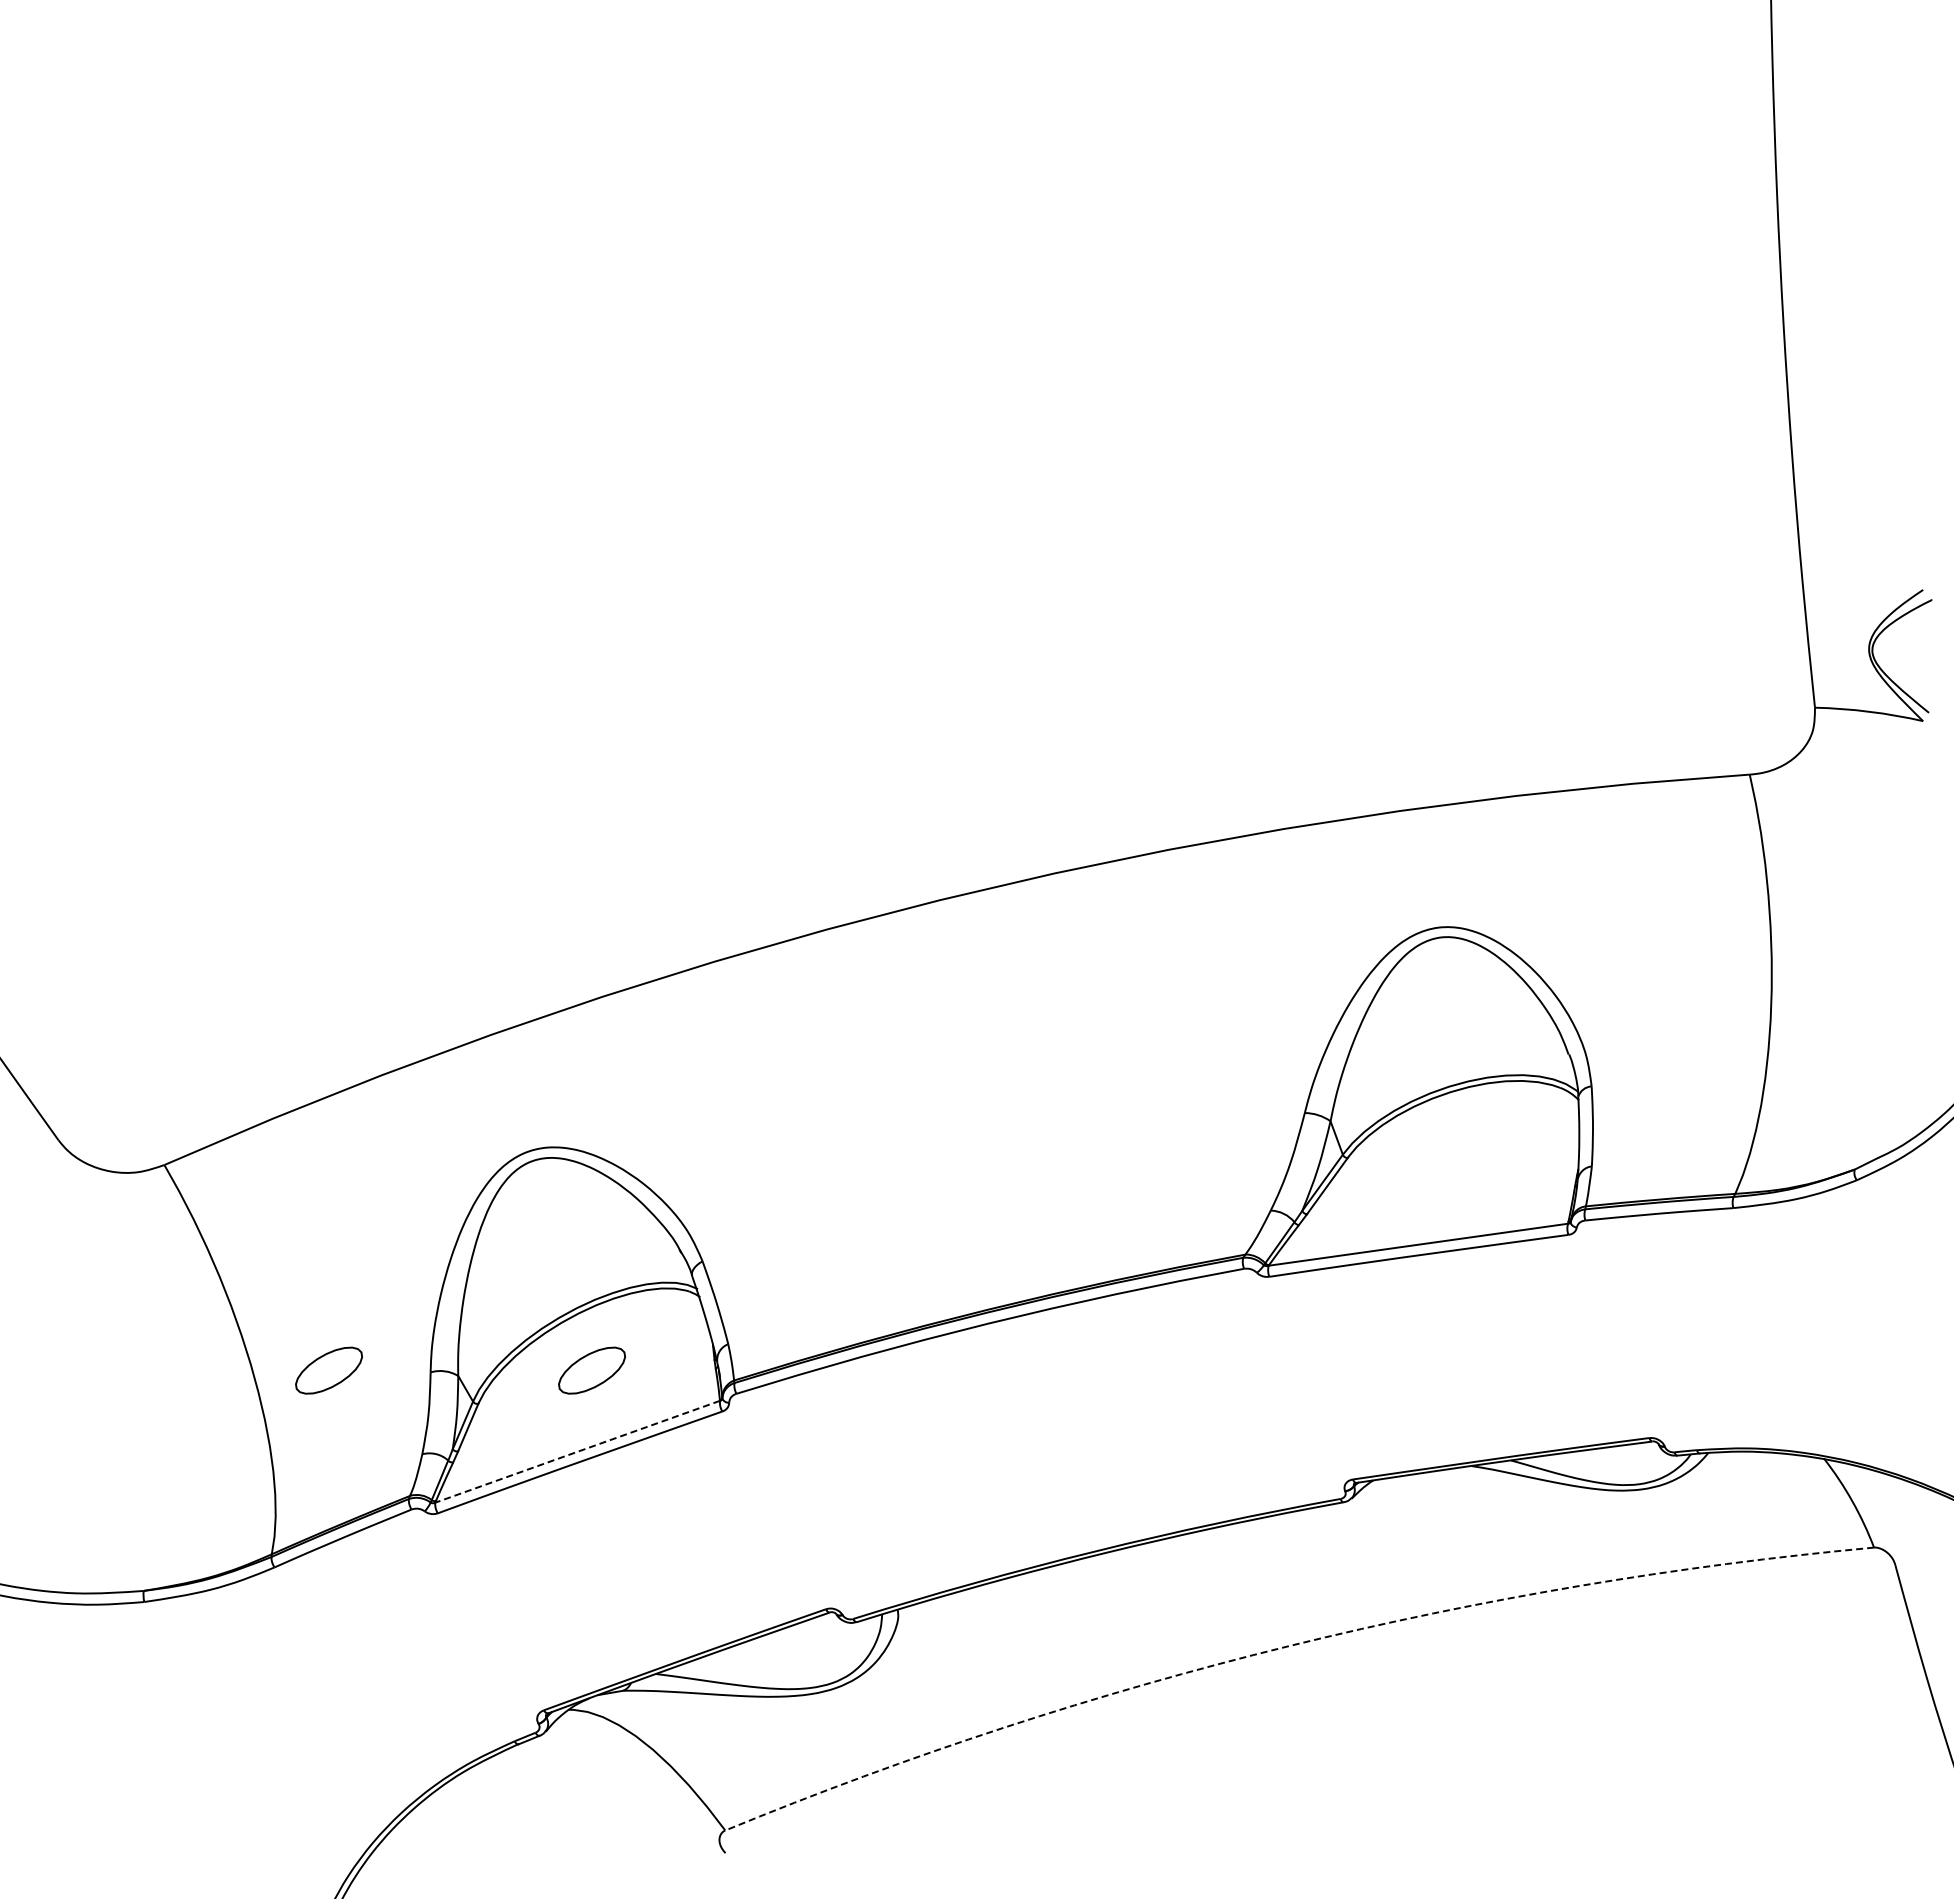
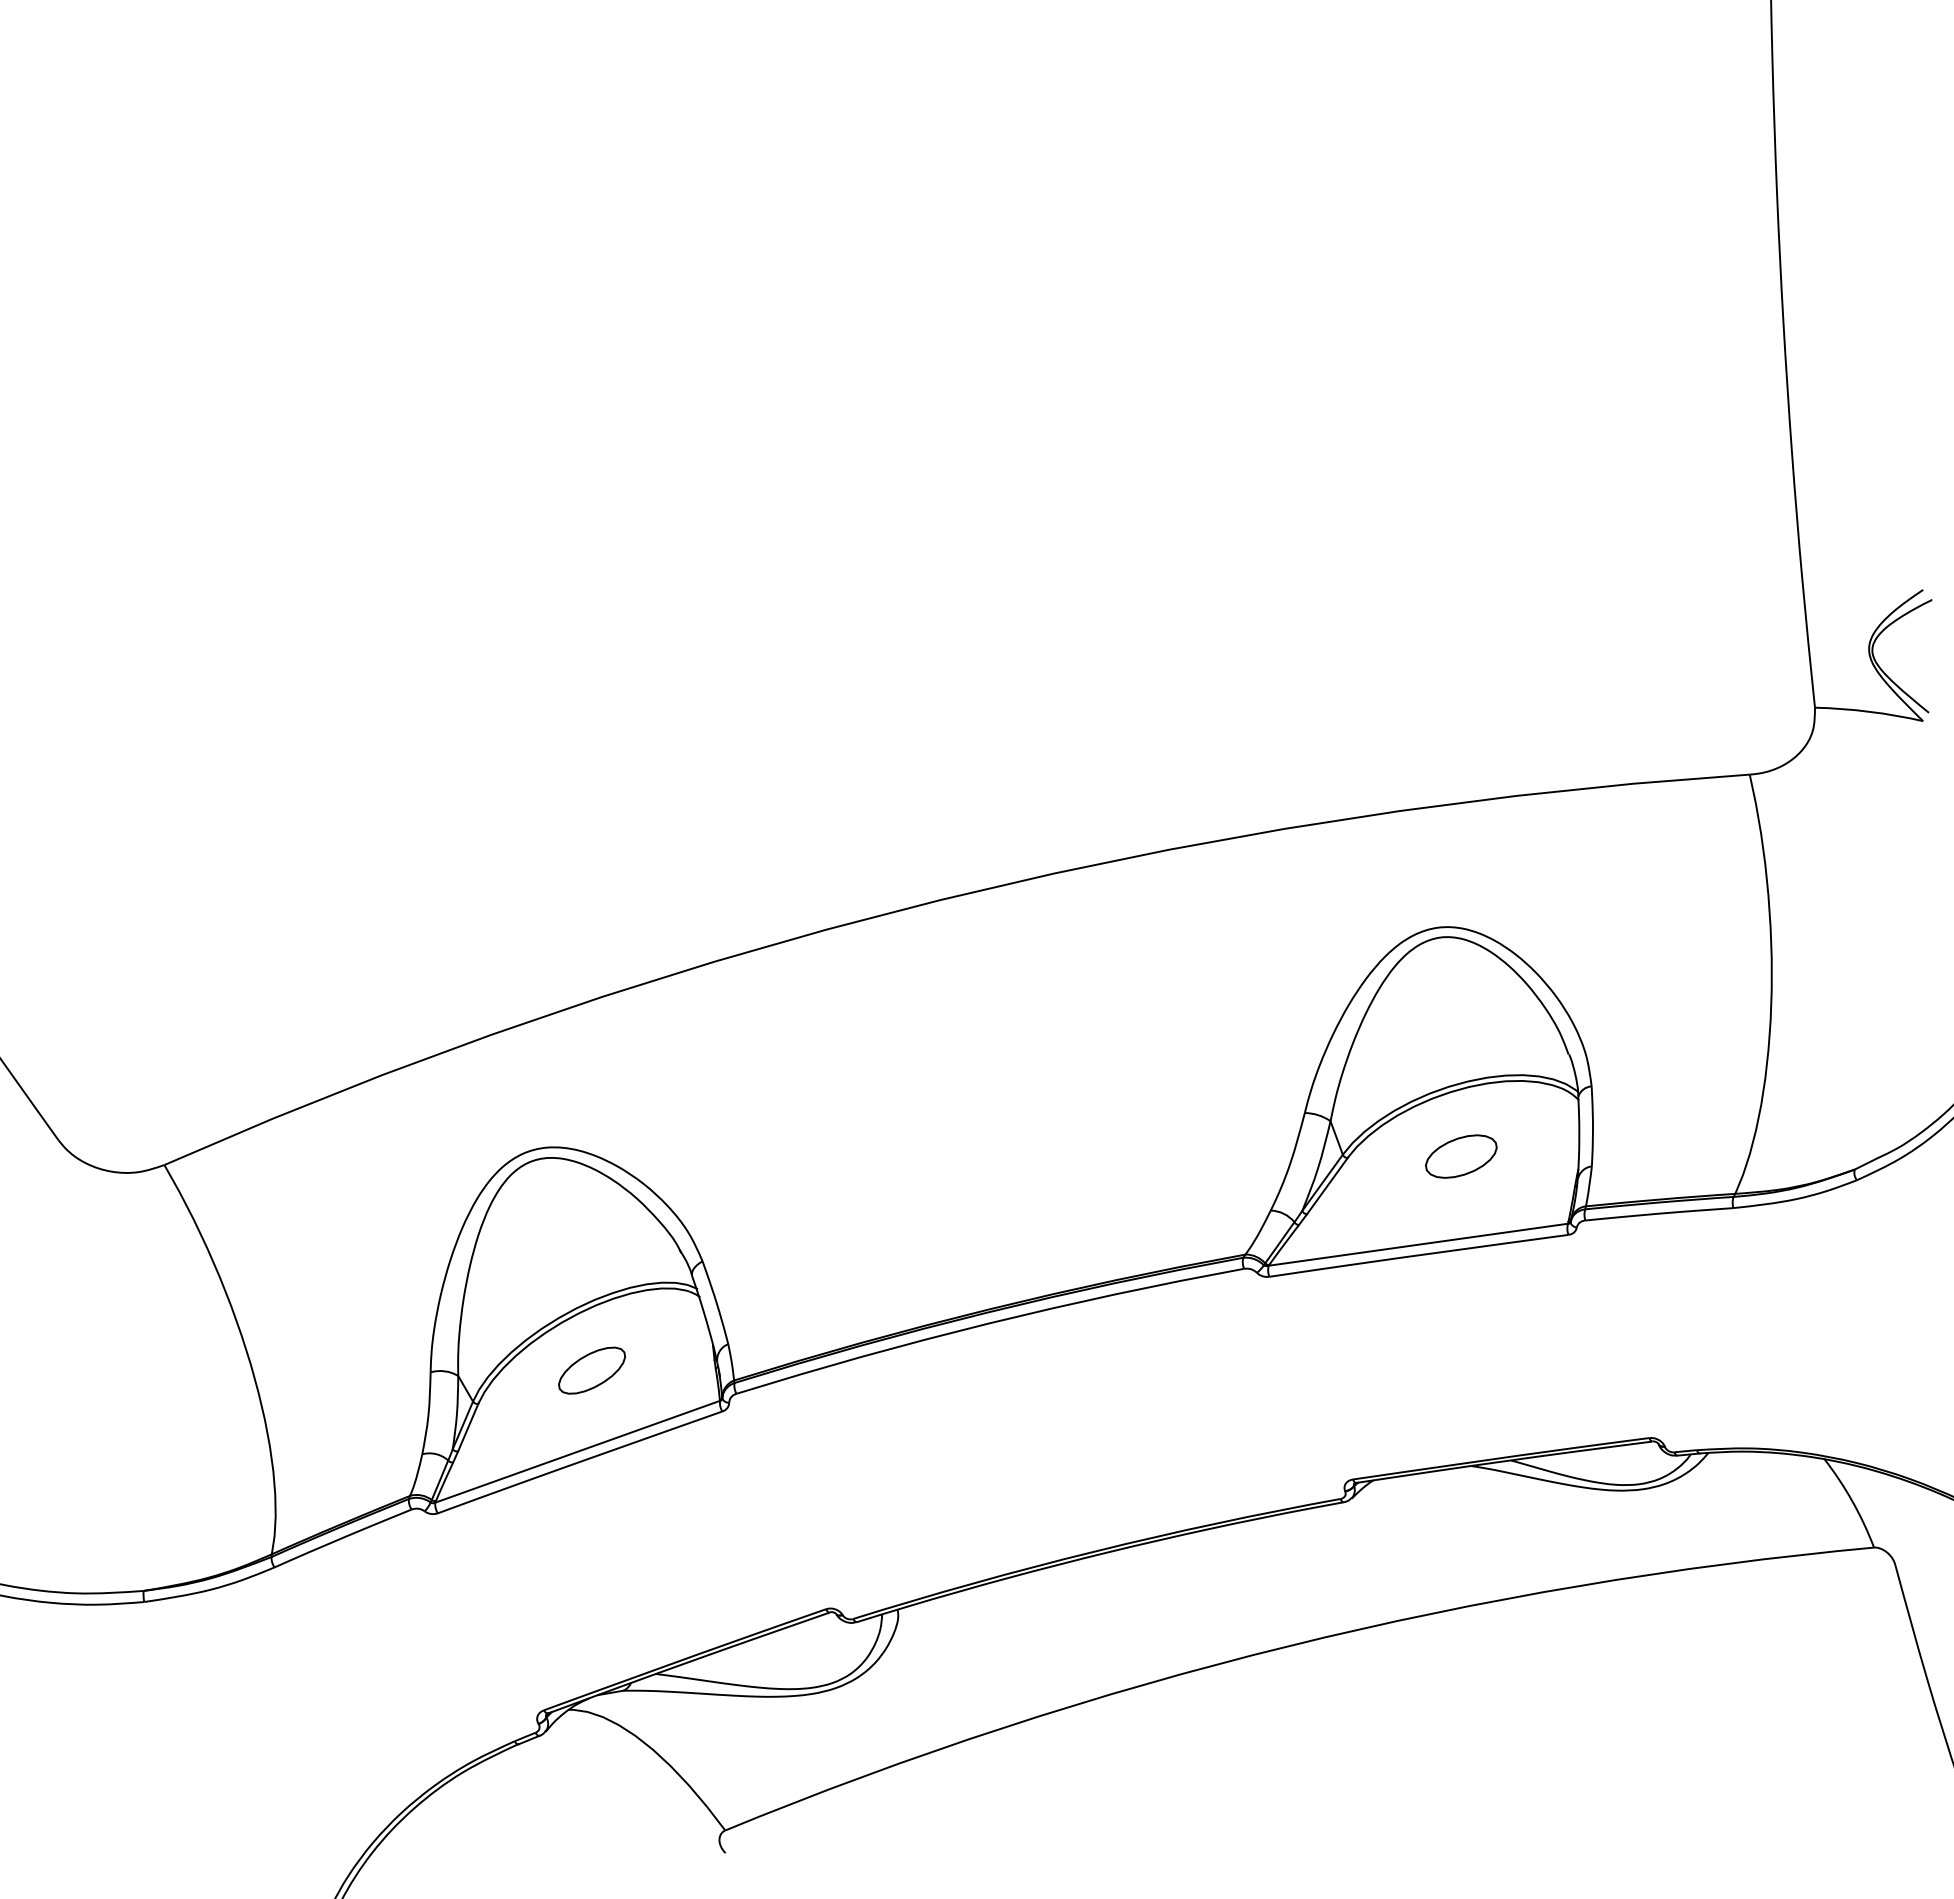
part at (1461, 1156): none -> present
part at (328, 1370): present -> none
line at (577, 1451): dashed -> solid
arc at (1289, 1646): dashed -> solid
